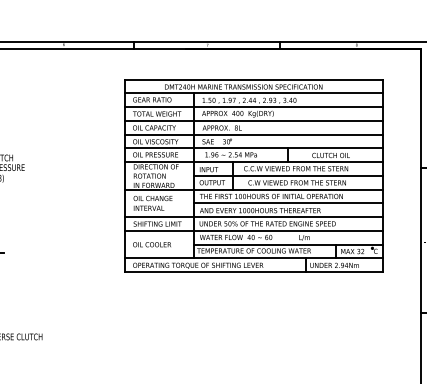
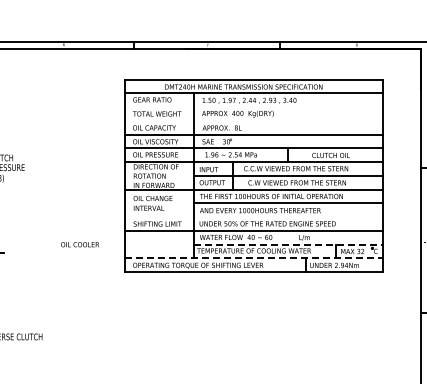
line at (253, 107): present -> none
line at (253, 120): present -> none
line at (253, 217): present -> none
text at (151, 244) position: (151, 244) -> (79, 244)
line at (288, 244): solid -> dashed
line at (253, 258): solid -> dashed
